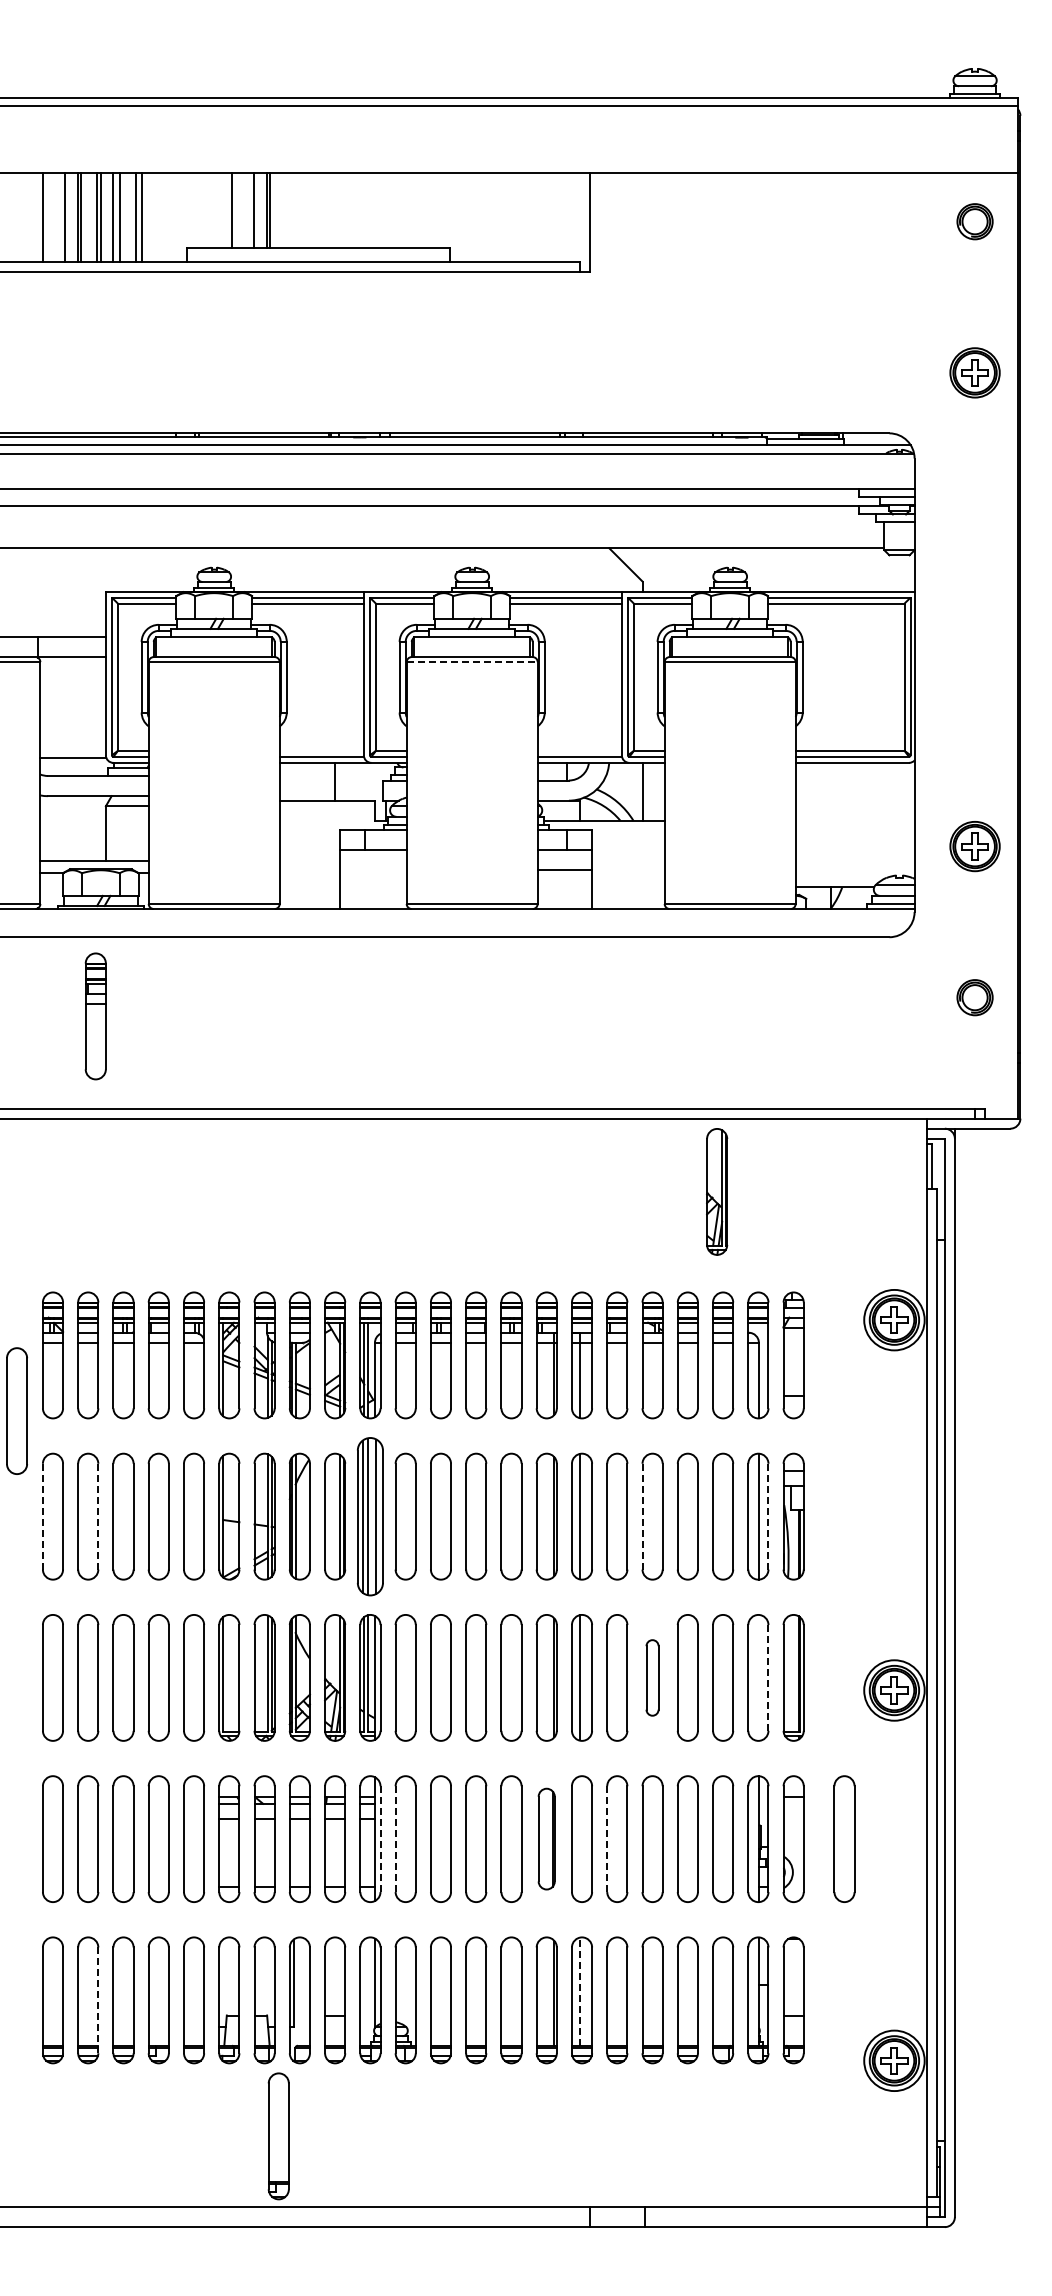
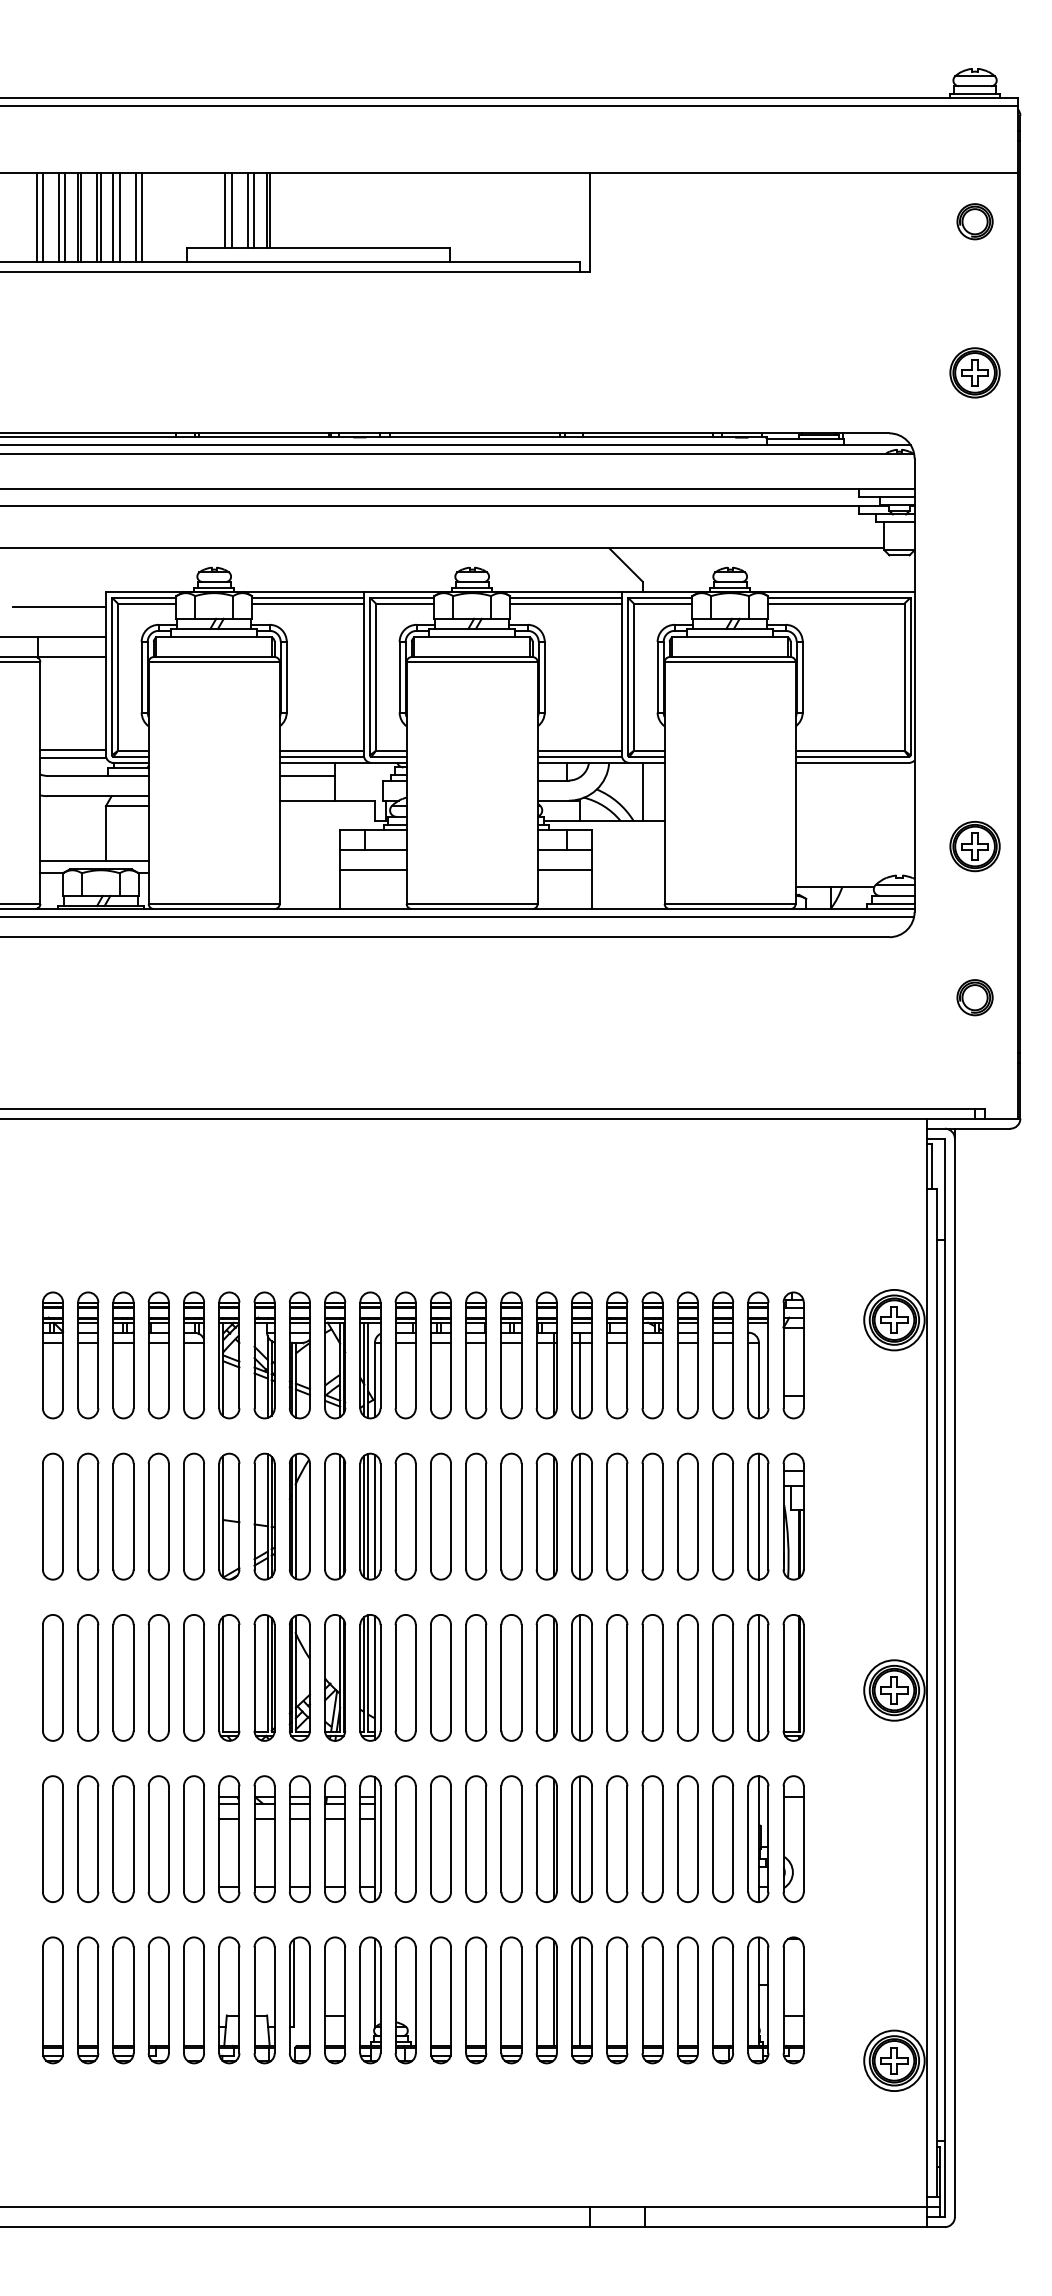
line at (225, 210): none -> present
line at (247, 210): none -> present
line at (36, 217): none -> present
line at (59, 217): none -> present
line at (58, 606): none -> present
line at (472, 662): dashed -> solid
line at (72, 750): none -> present
line at (321, 750): none -> present
line at (579, 750): none -> present
line at (307, 776): none -> present
line at (373, 870): none -> present
line at (457, 917): none -> present
part at (95, 1016): present -> none
part at (717, 1191): present -> none
part at (16, 1410): present -> none
line at (42, 1516): dashed -> solid
line at (98, 1516): dashed -> solid
part at (369, 1516) size: 28x160 px -> 23x129 px
line at (642, 1516): dashed -> solid
line at (768, 1516): dashed -> solid
part at (652, 1677) size: 15x78 px -> 23x128 px
line at (758, 1677): none -> present
line at (768, 1677): dashed -> solid
part at (546, 1838) size: 19x104 px -> 23x128 px
line at (579, 1838): none -> present
part at (844, 1838): present -> none
line at (380, 1839): dashed -> solid
line at (395, 1839): dashed -> solid
line at (607, 1839): dashed -> solid
line at (579, 1991): dashed -> solid
line at (98, 2000): dashed -> solid
part at (278, 2136): present -> none
